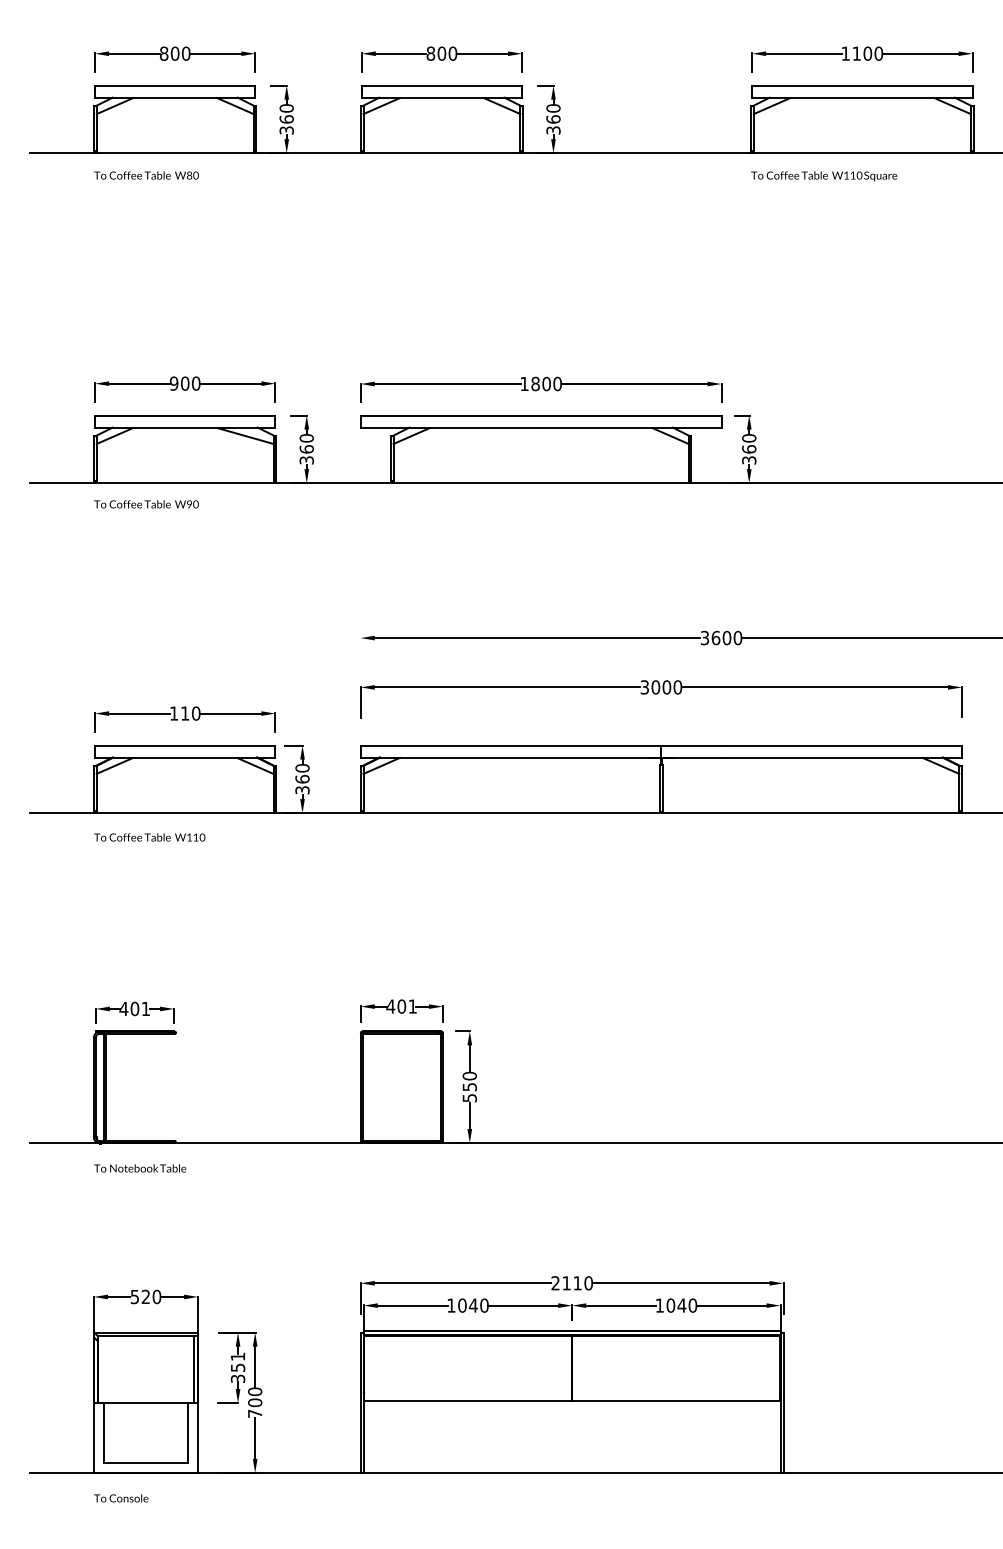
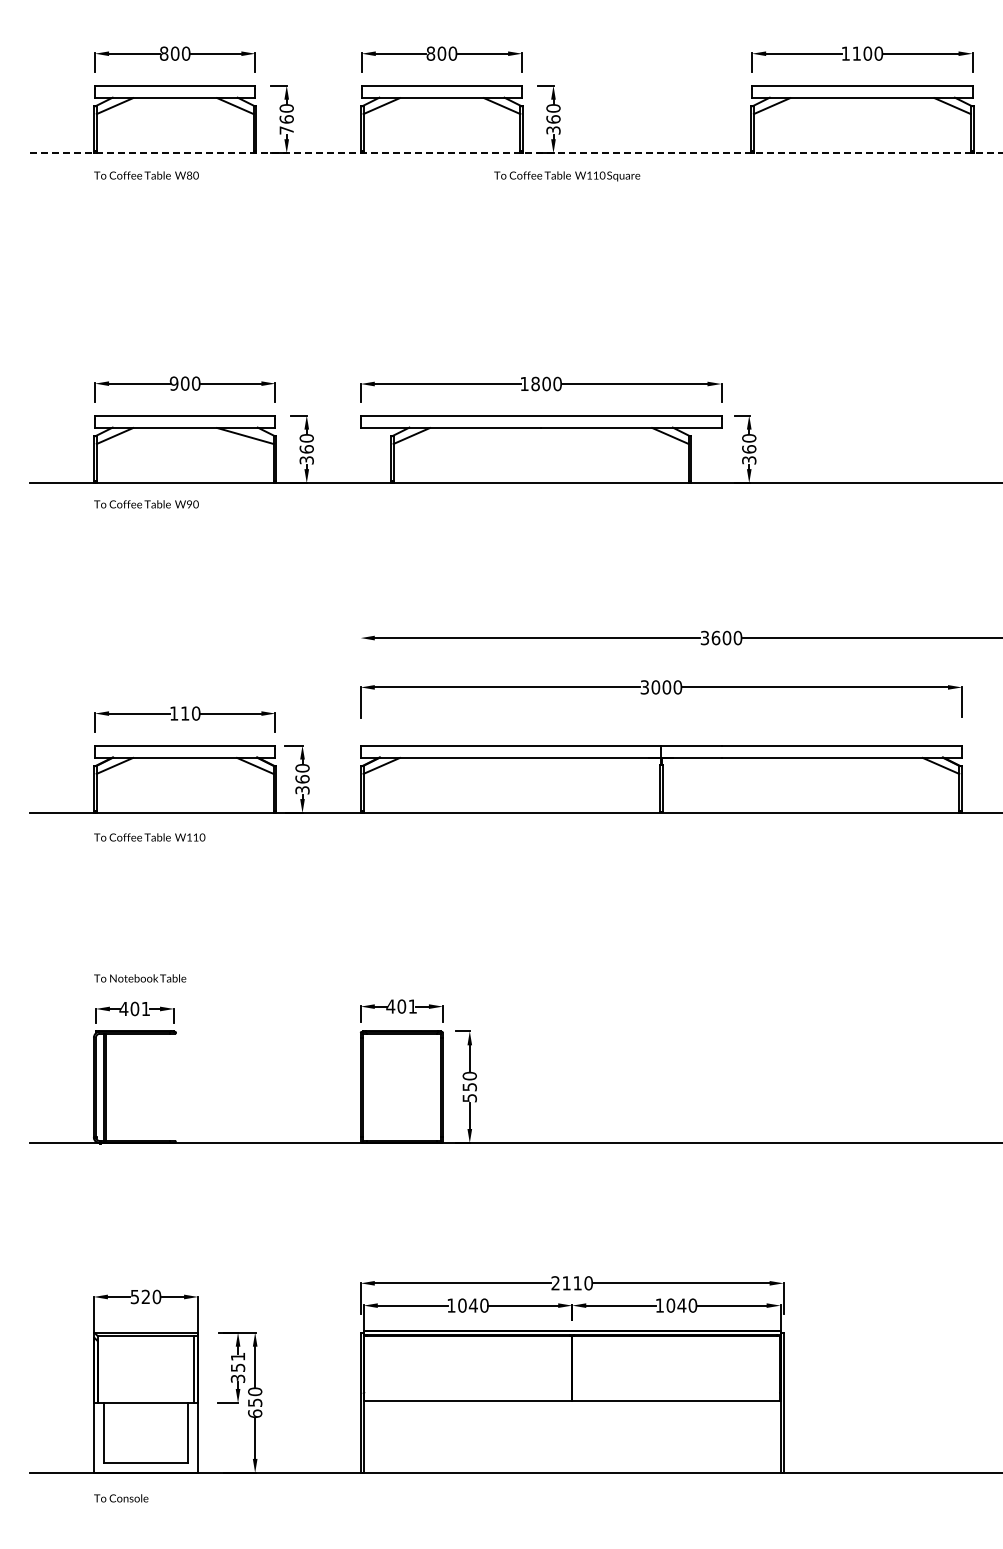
text at (286, 130): 360 -> 760
line at (516, 153): solid -> dashed
text at (824, 176) position: (824, 176) -> (567, 176)
text at (140, 1168) position: (140, 1168) -> (140, 978)
text at (255, 1407): 700 -> 650
